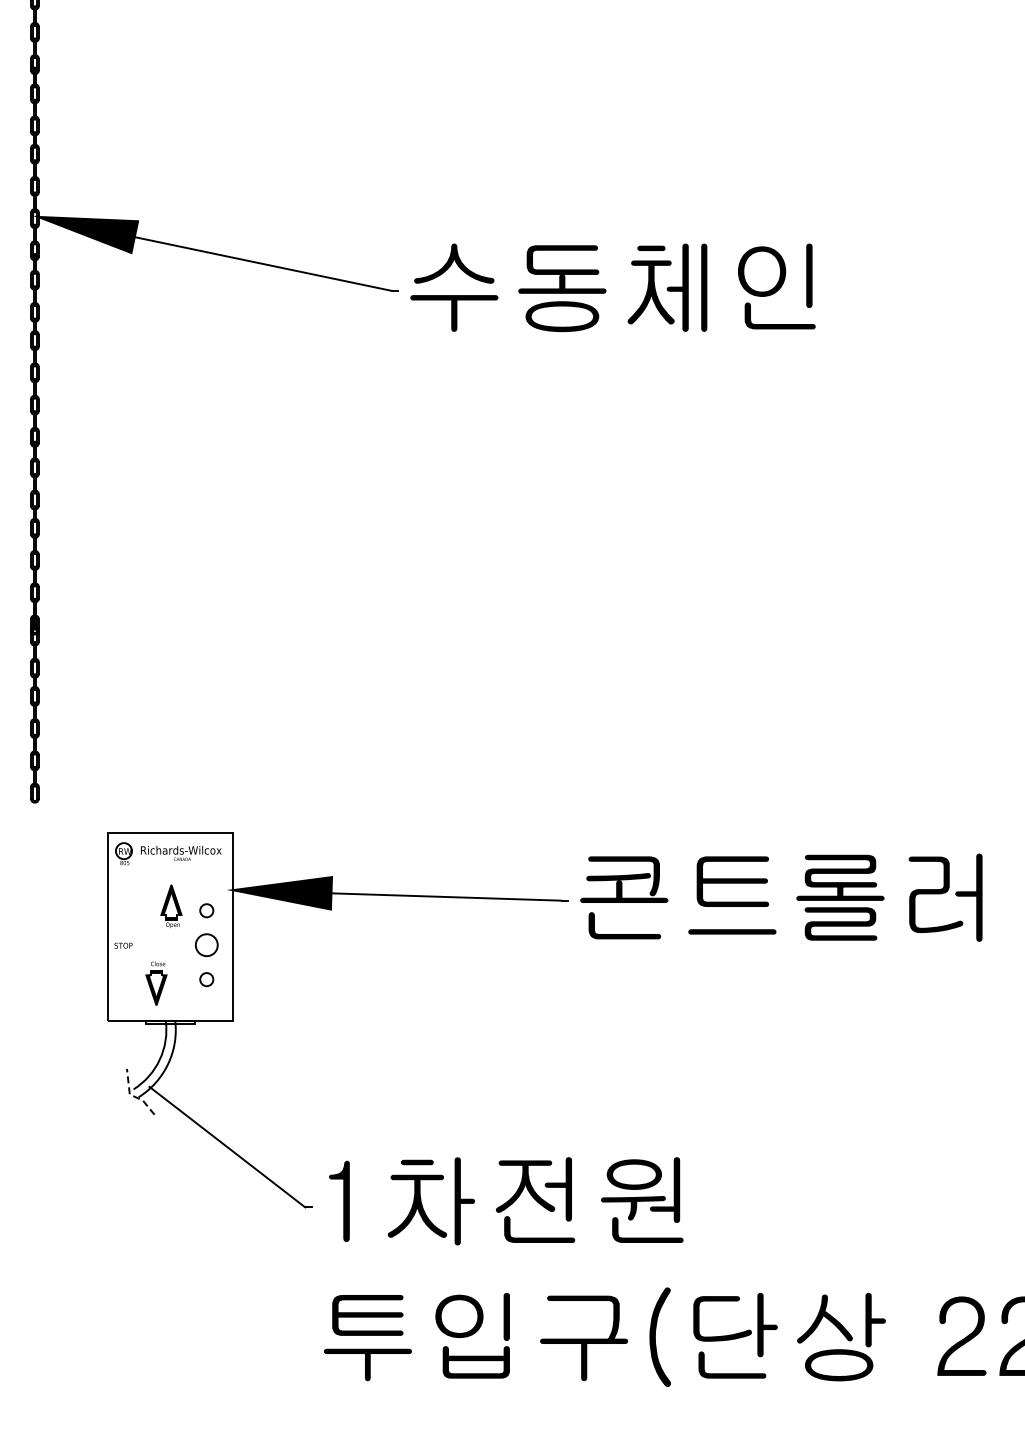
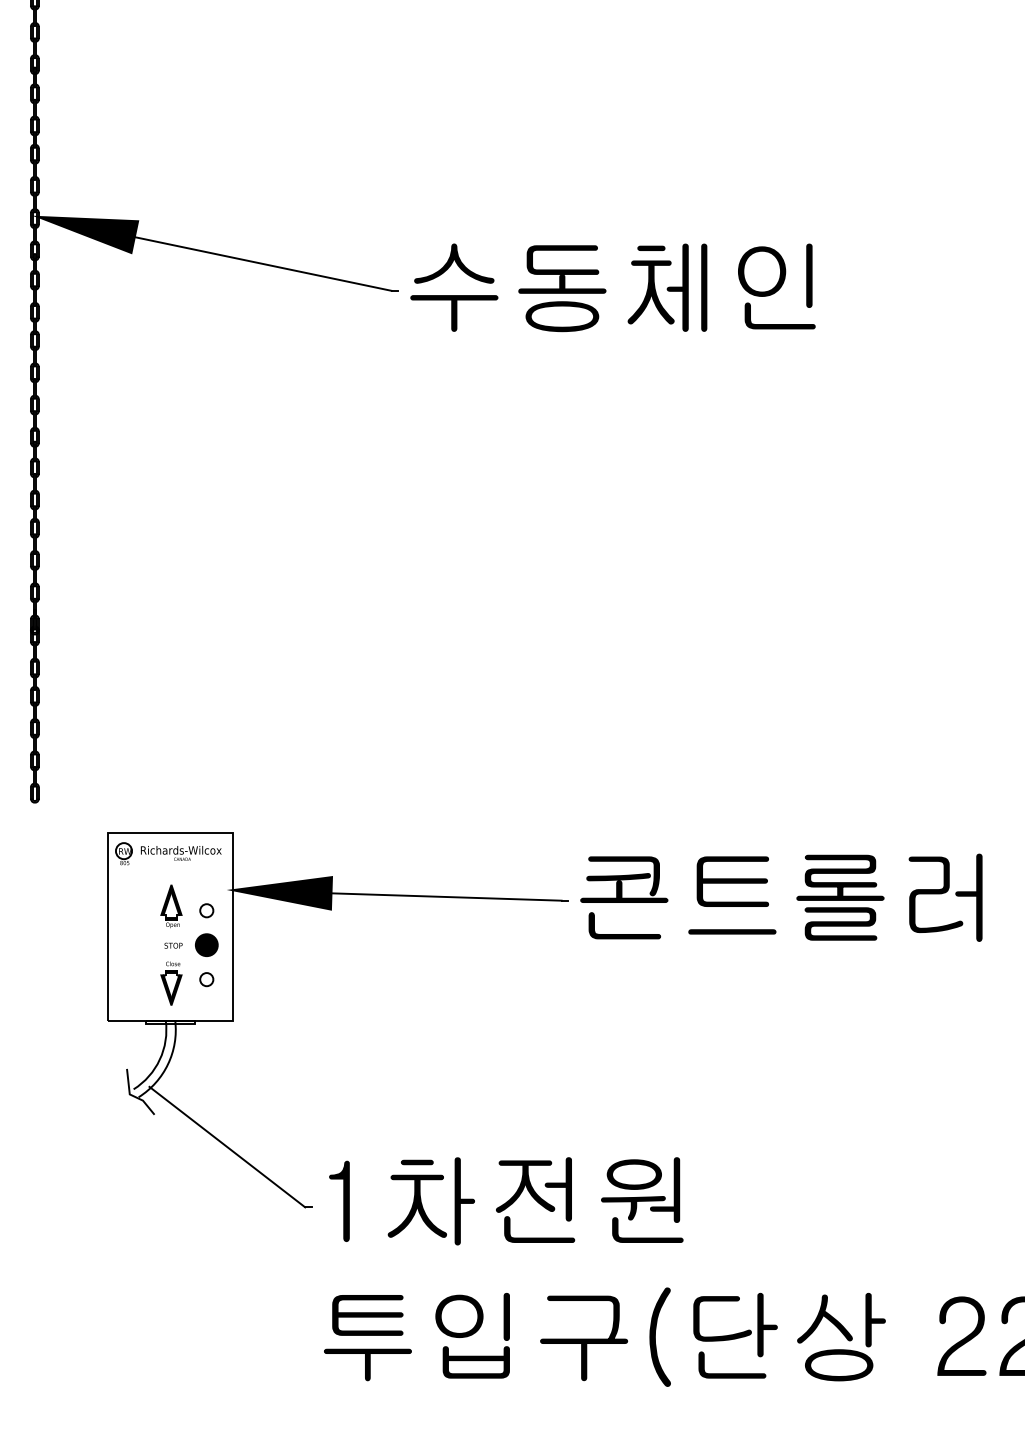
text at (123, 945) position: (123, 945) -> (173, 945)
fill at (206, 945): none -> present
part at (156, 983) position: (156, 983) -> (171, 983)
line at (133, 1096): dashed -> solid
